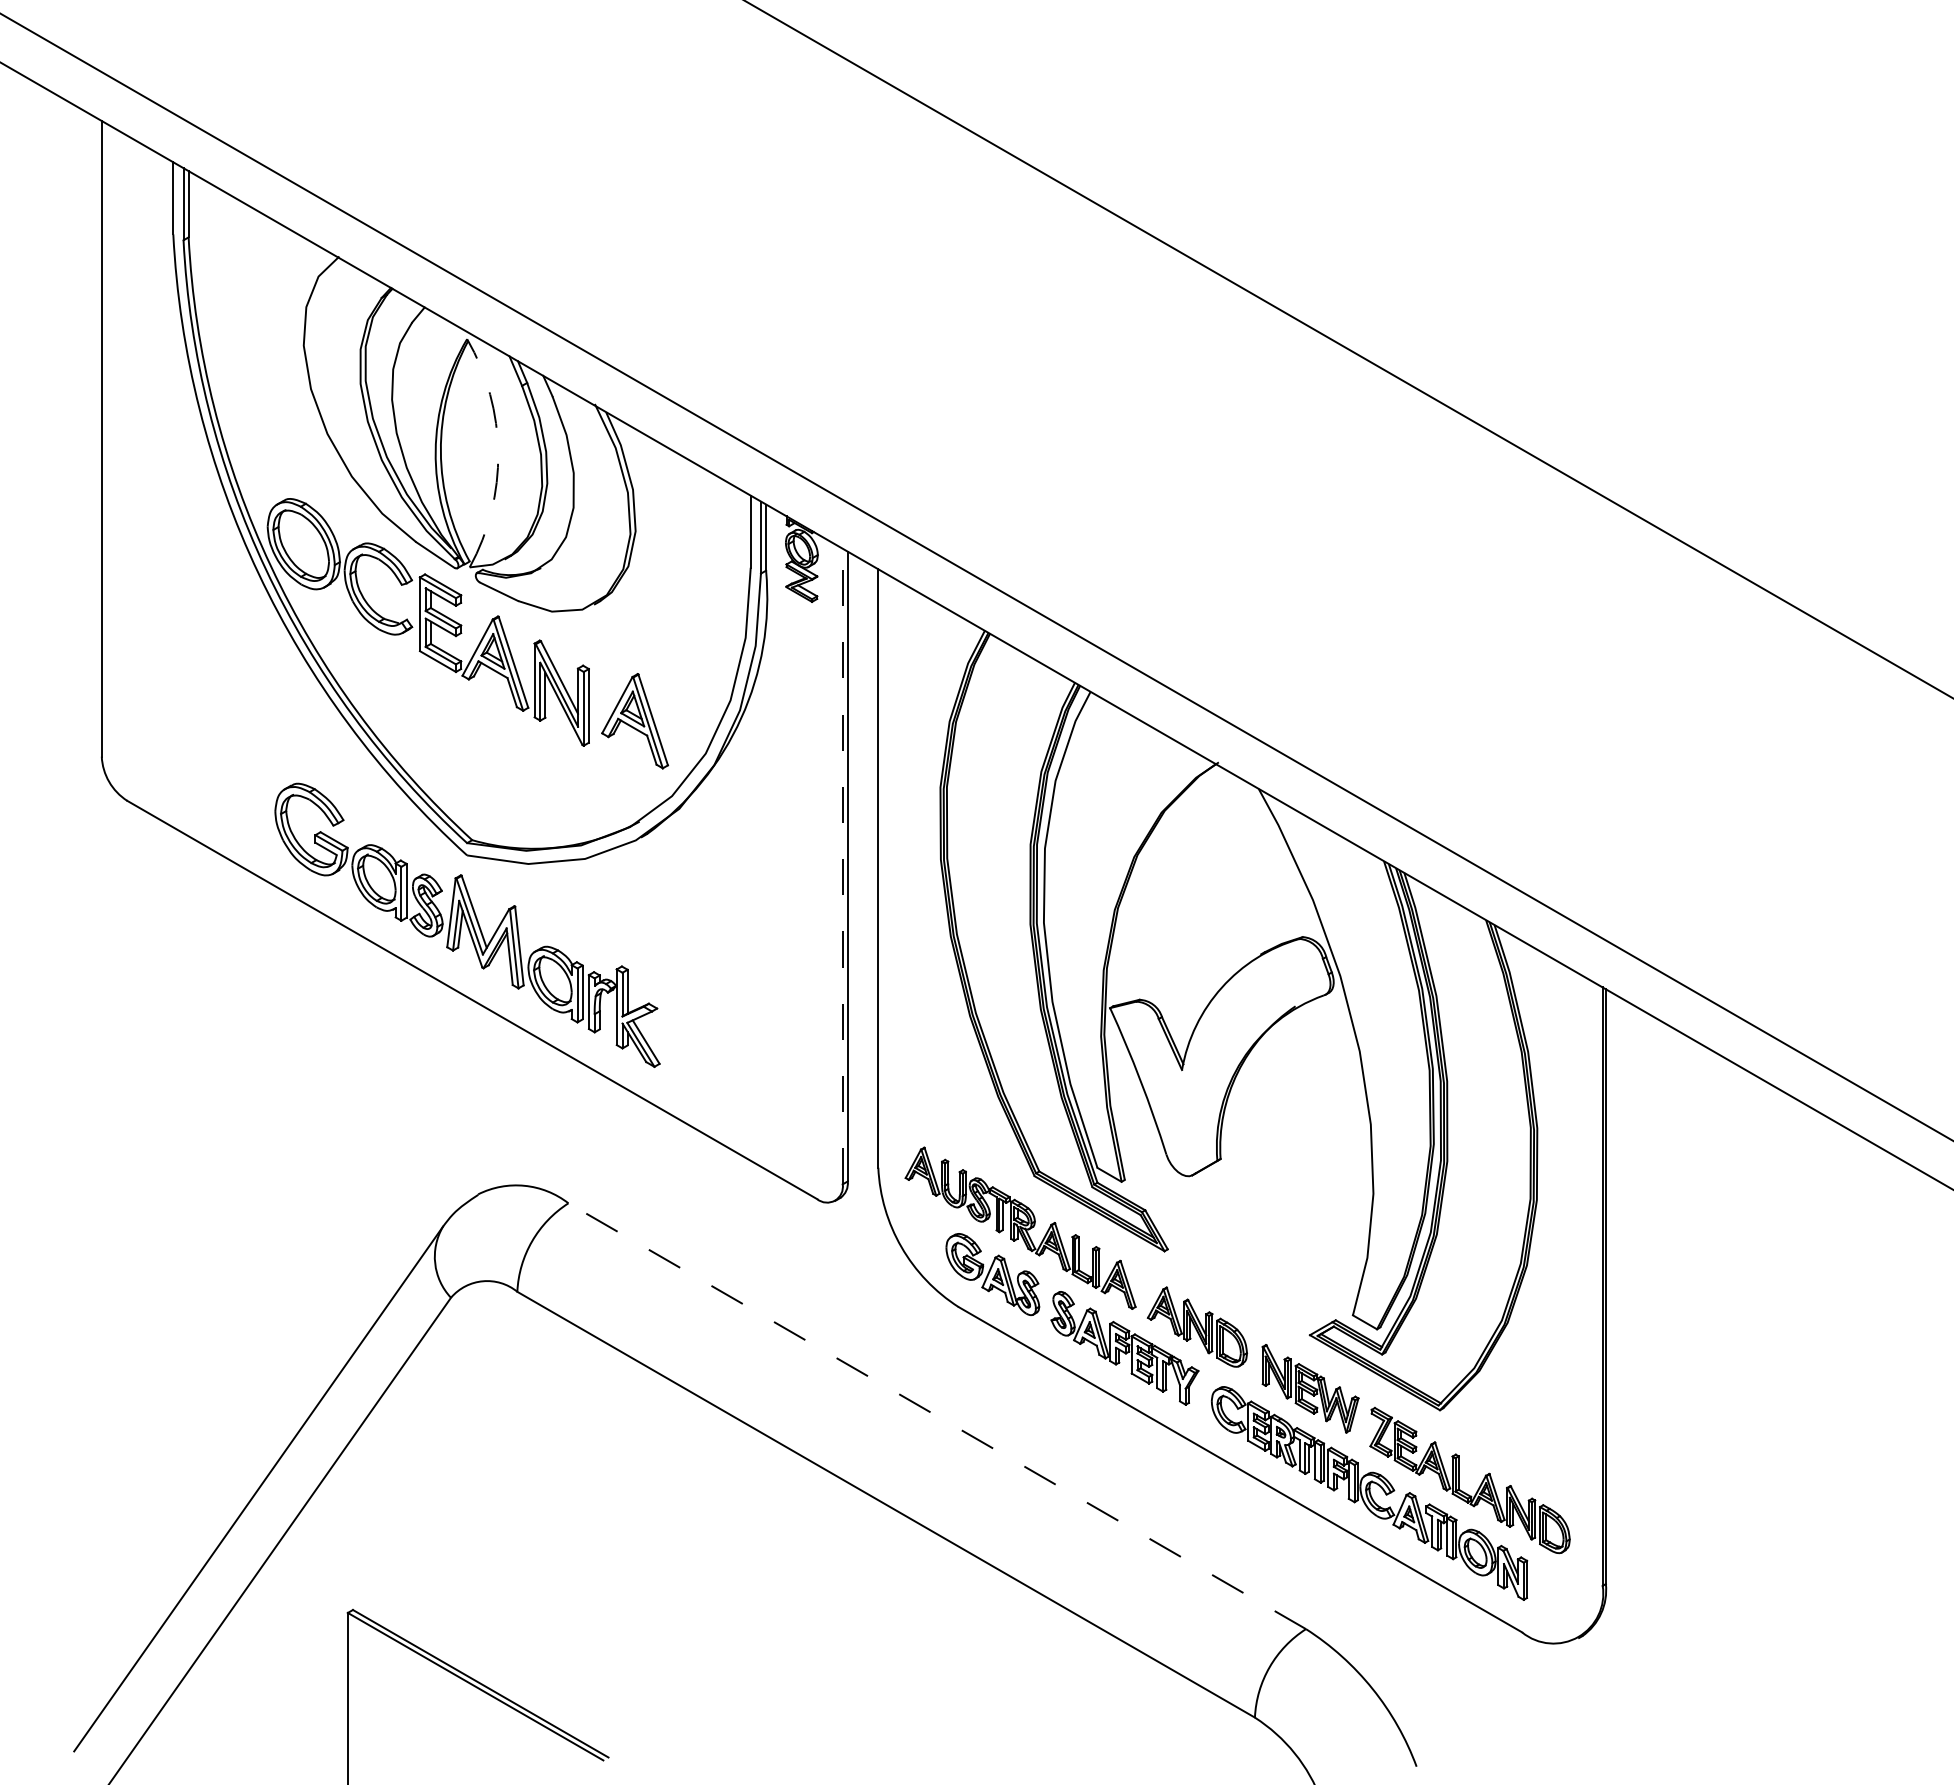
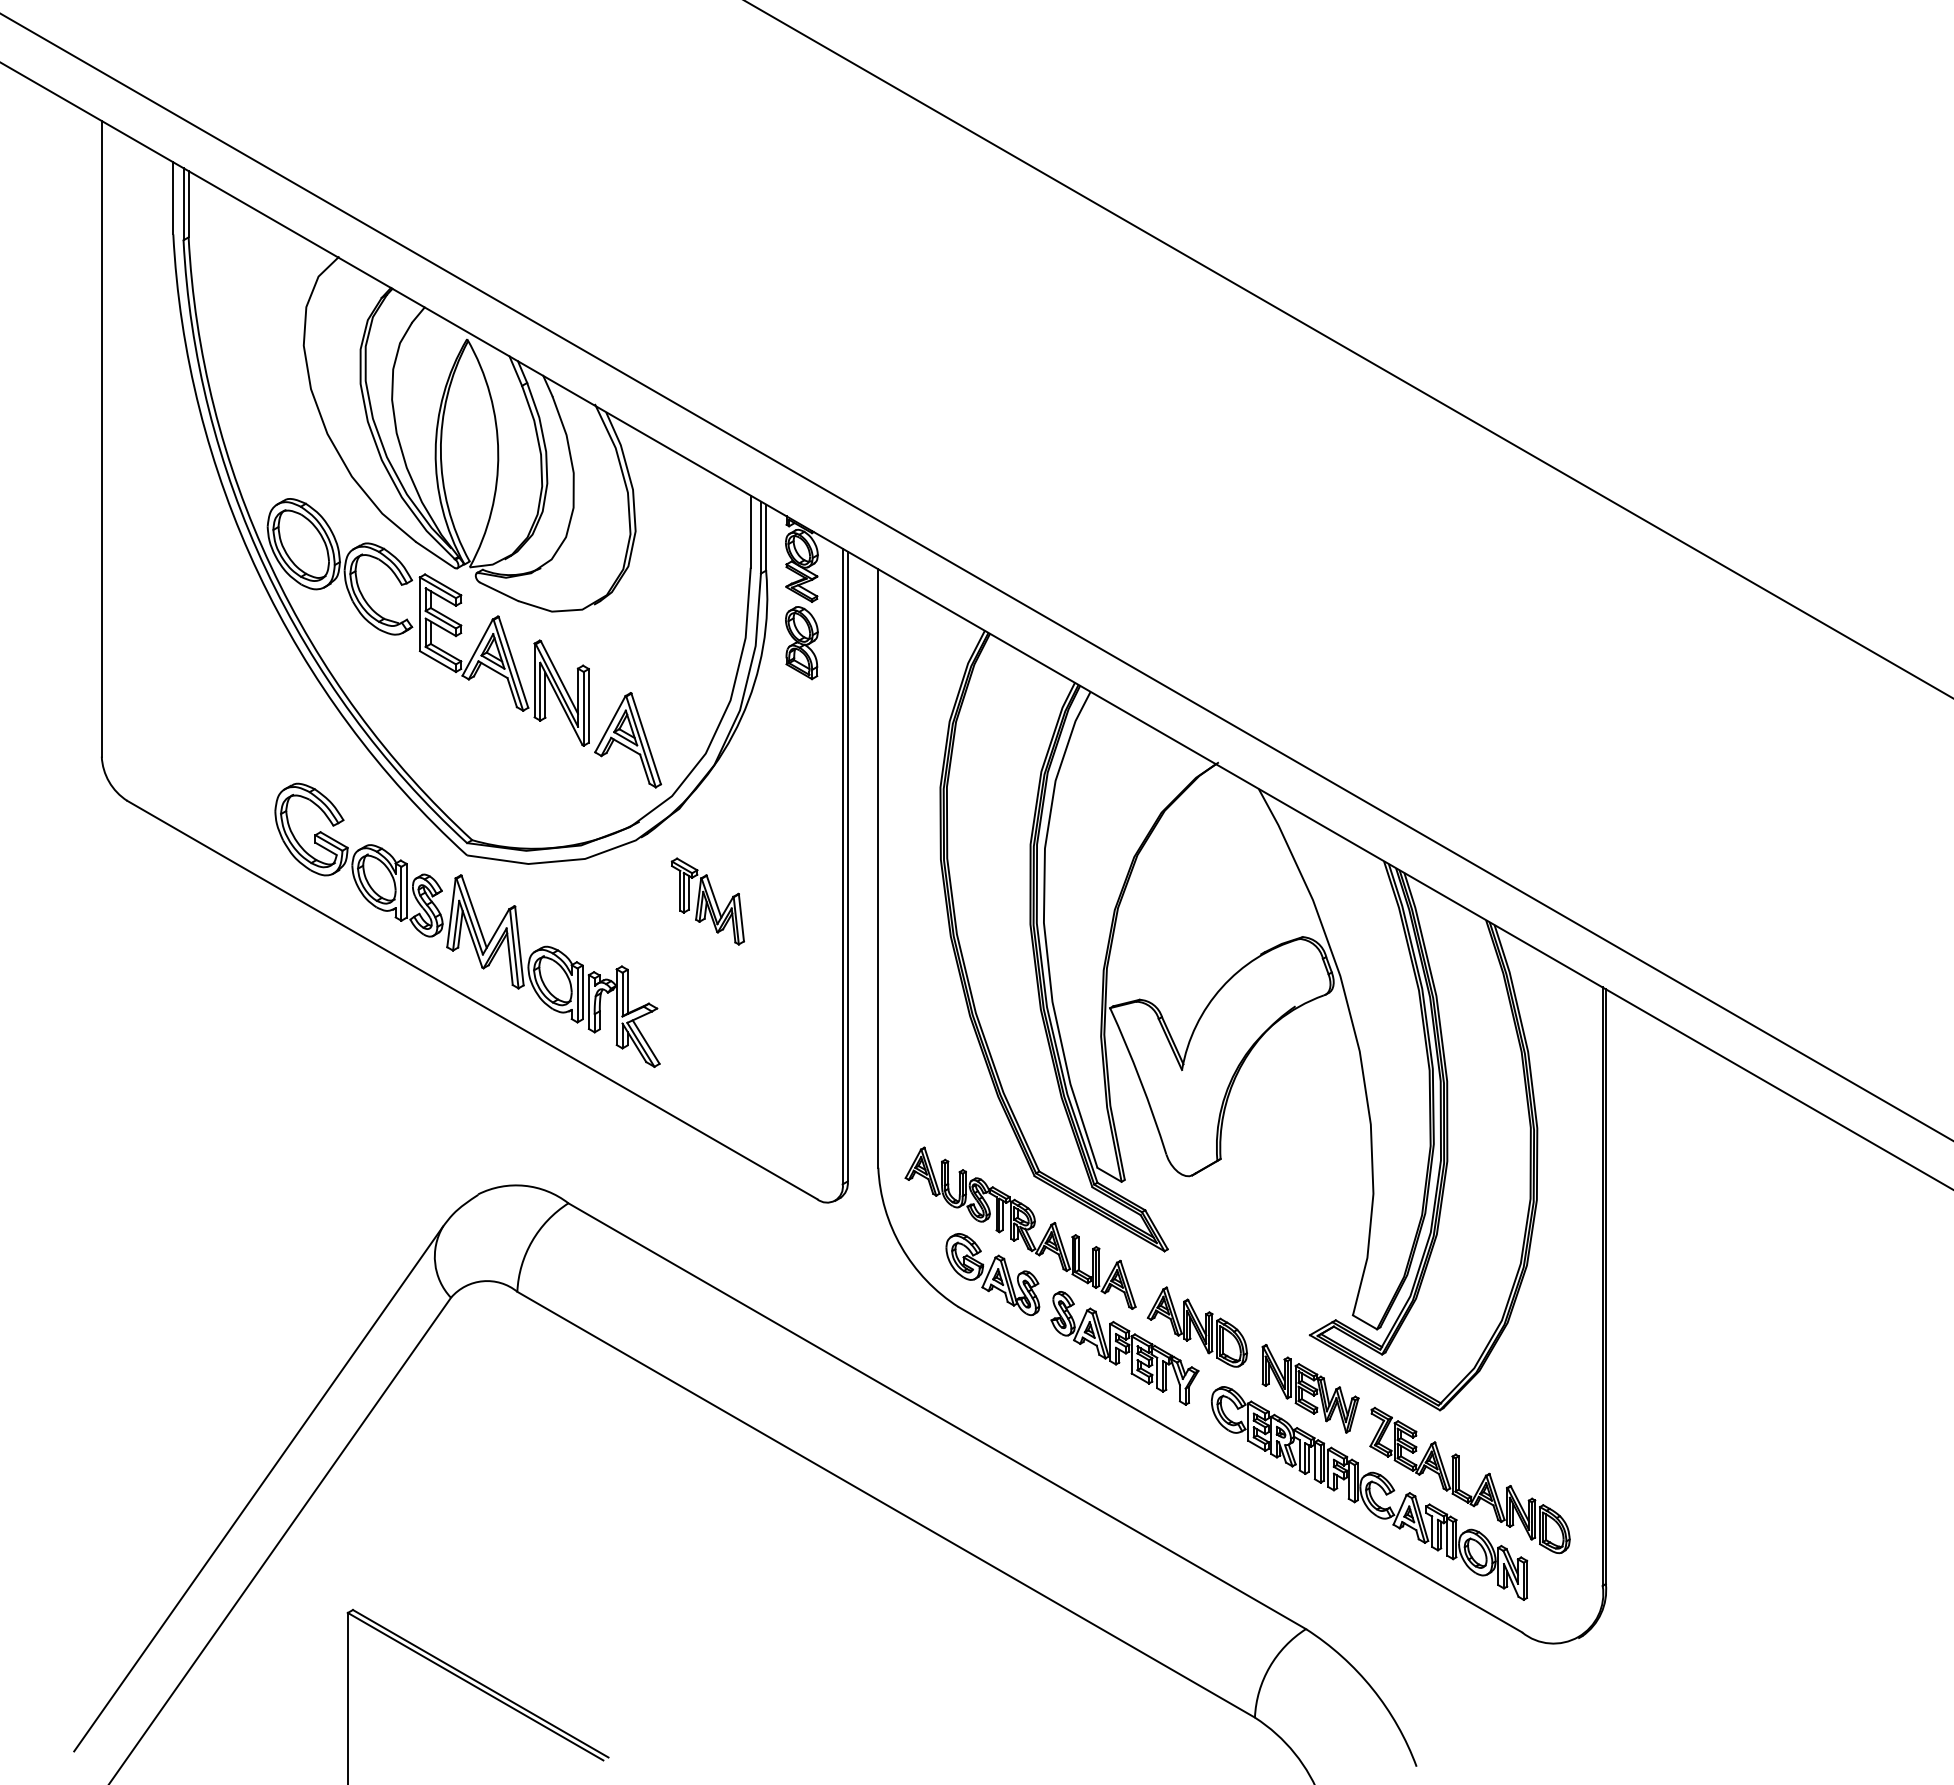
arc at (498, 452): dashed -> solid
part at (801, 643): none -> present
part at (635, 721) position: (635, 721) -> (628, 740)
line at (842, 866): dashed -> solid
part at (707, 901): none -> present
line at (937, 1416): dashed -> solid
